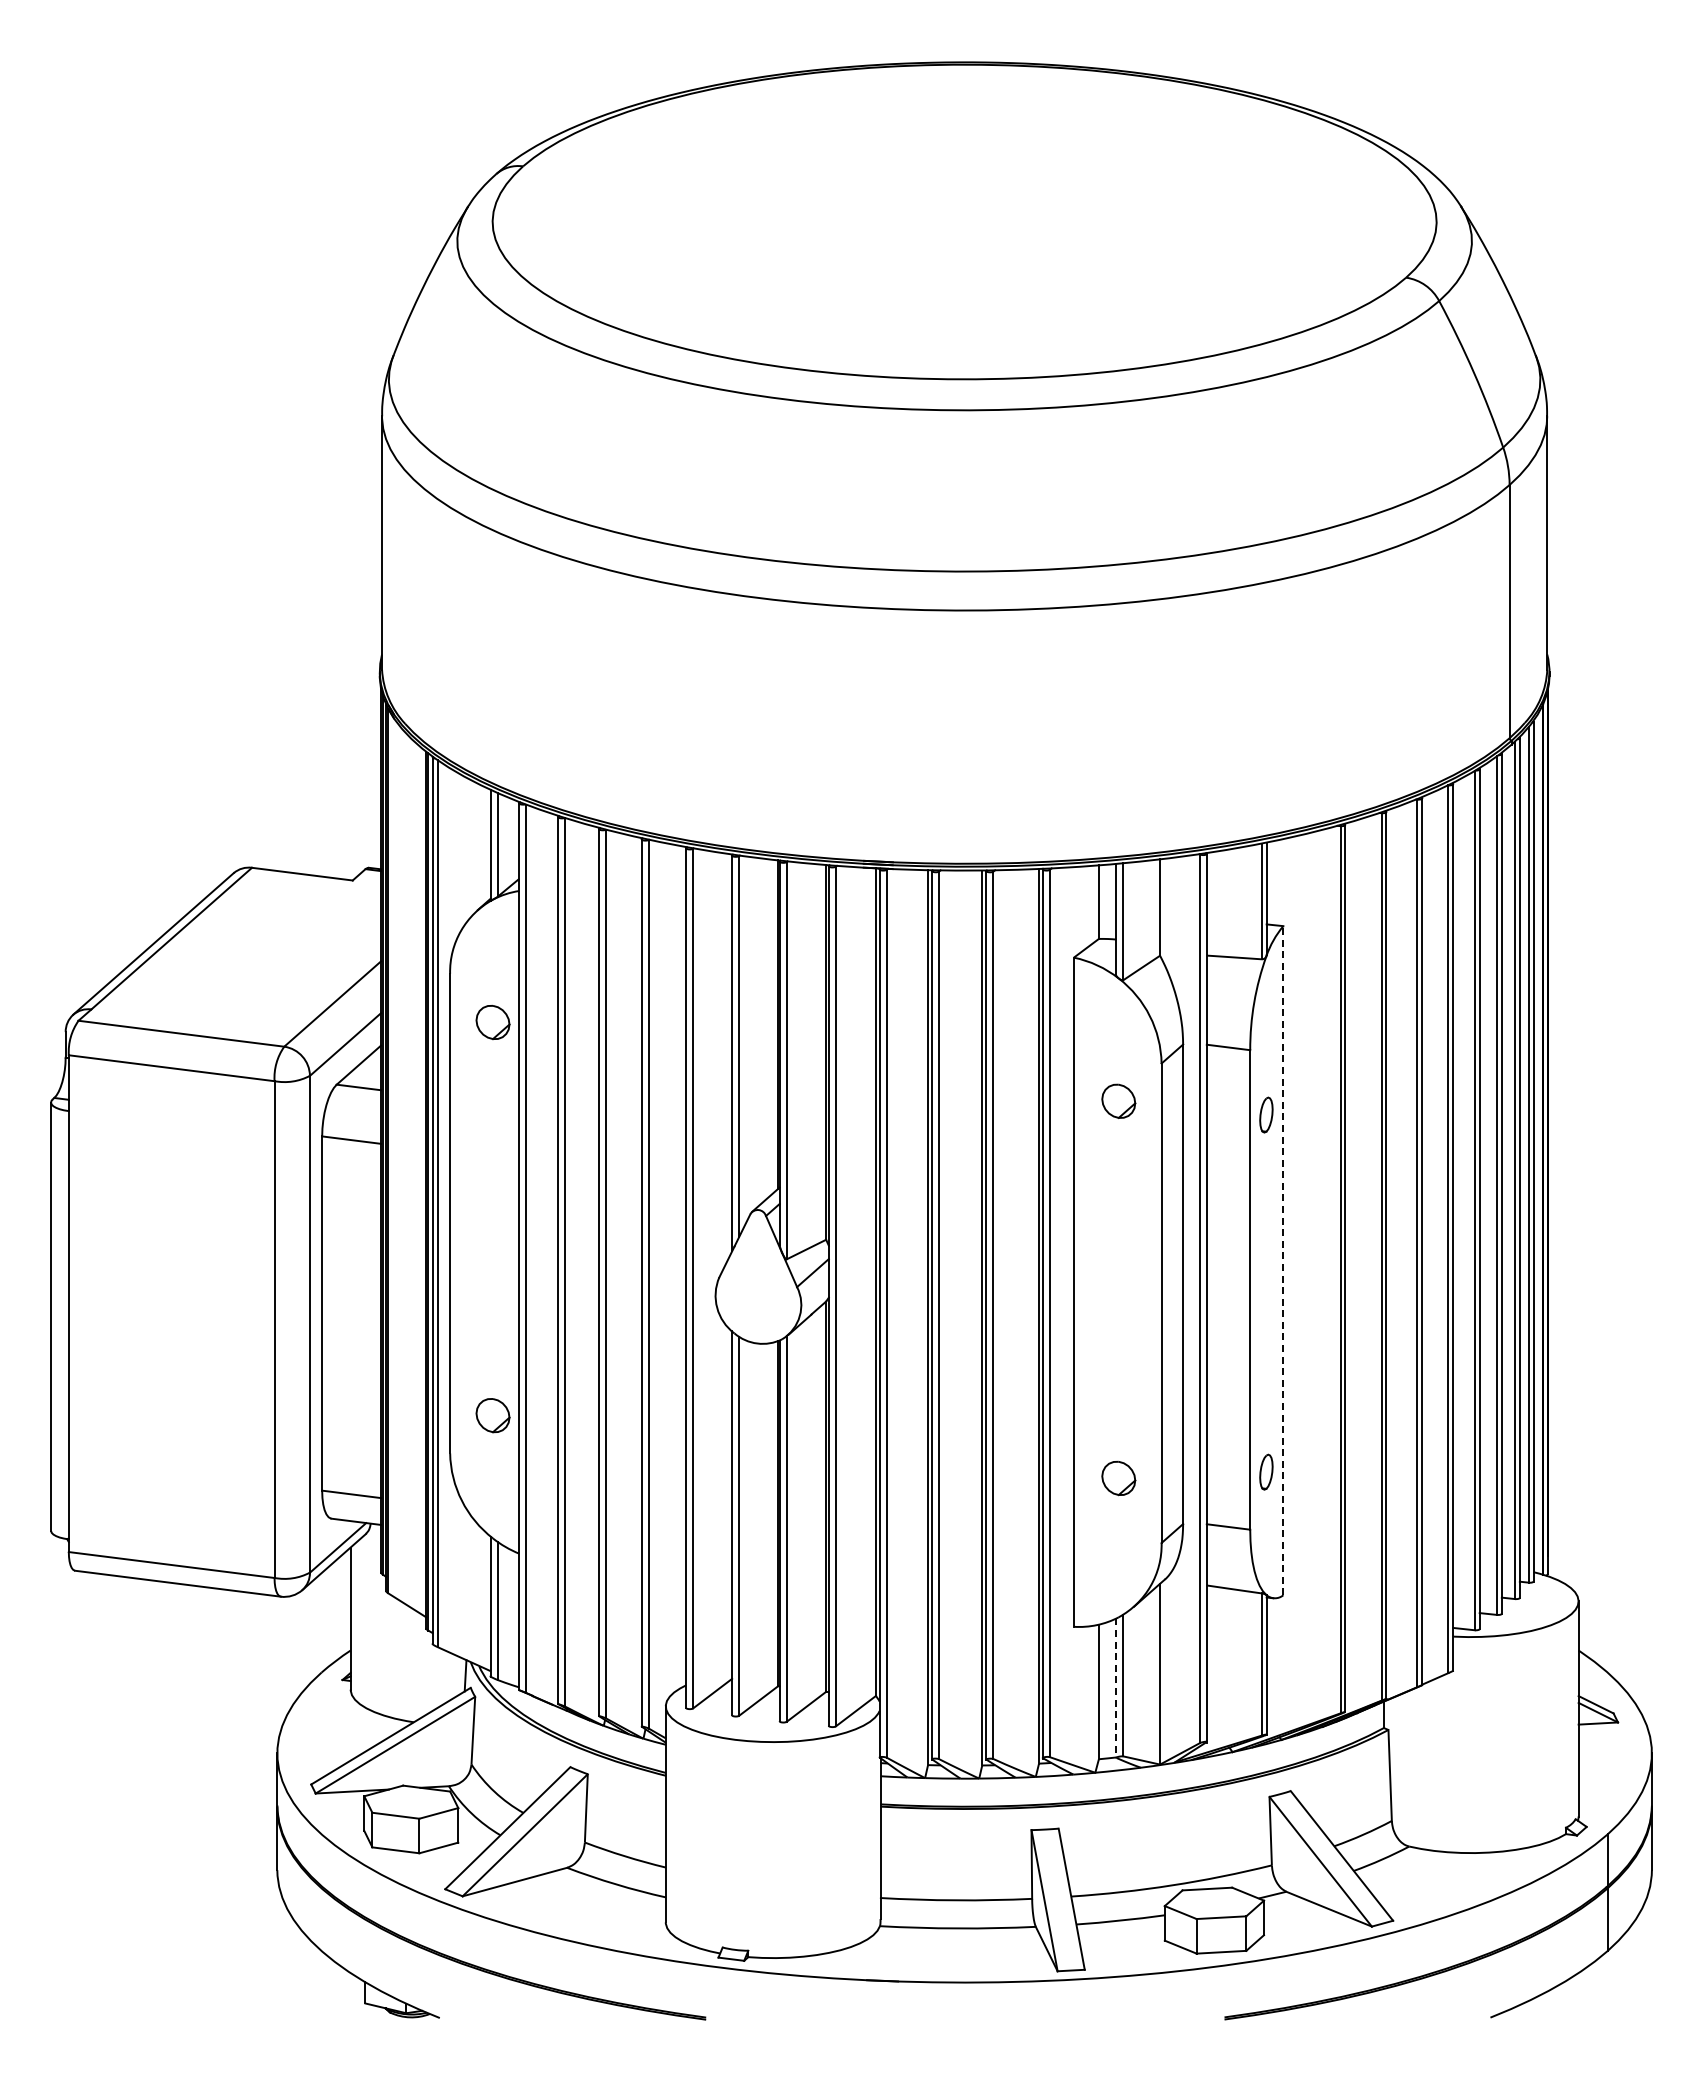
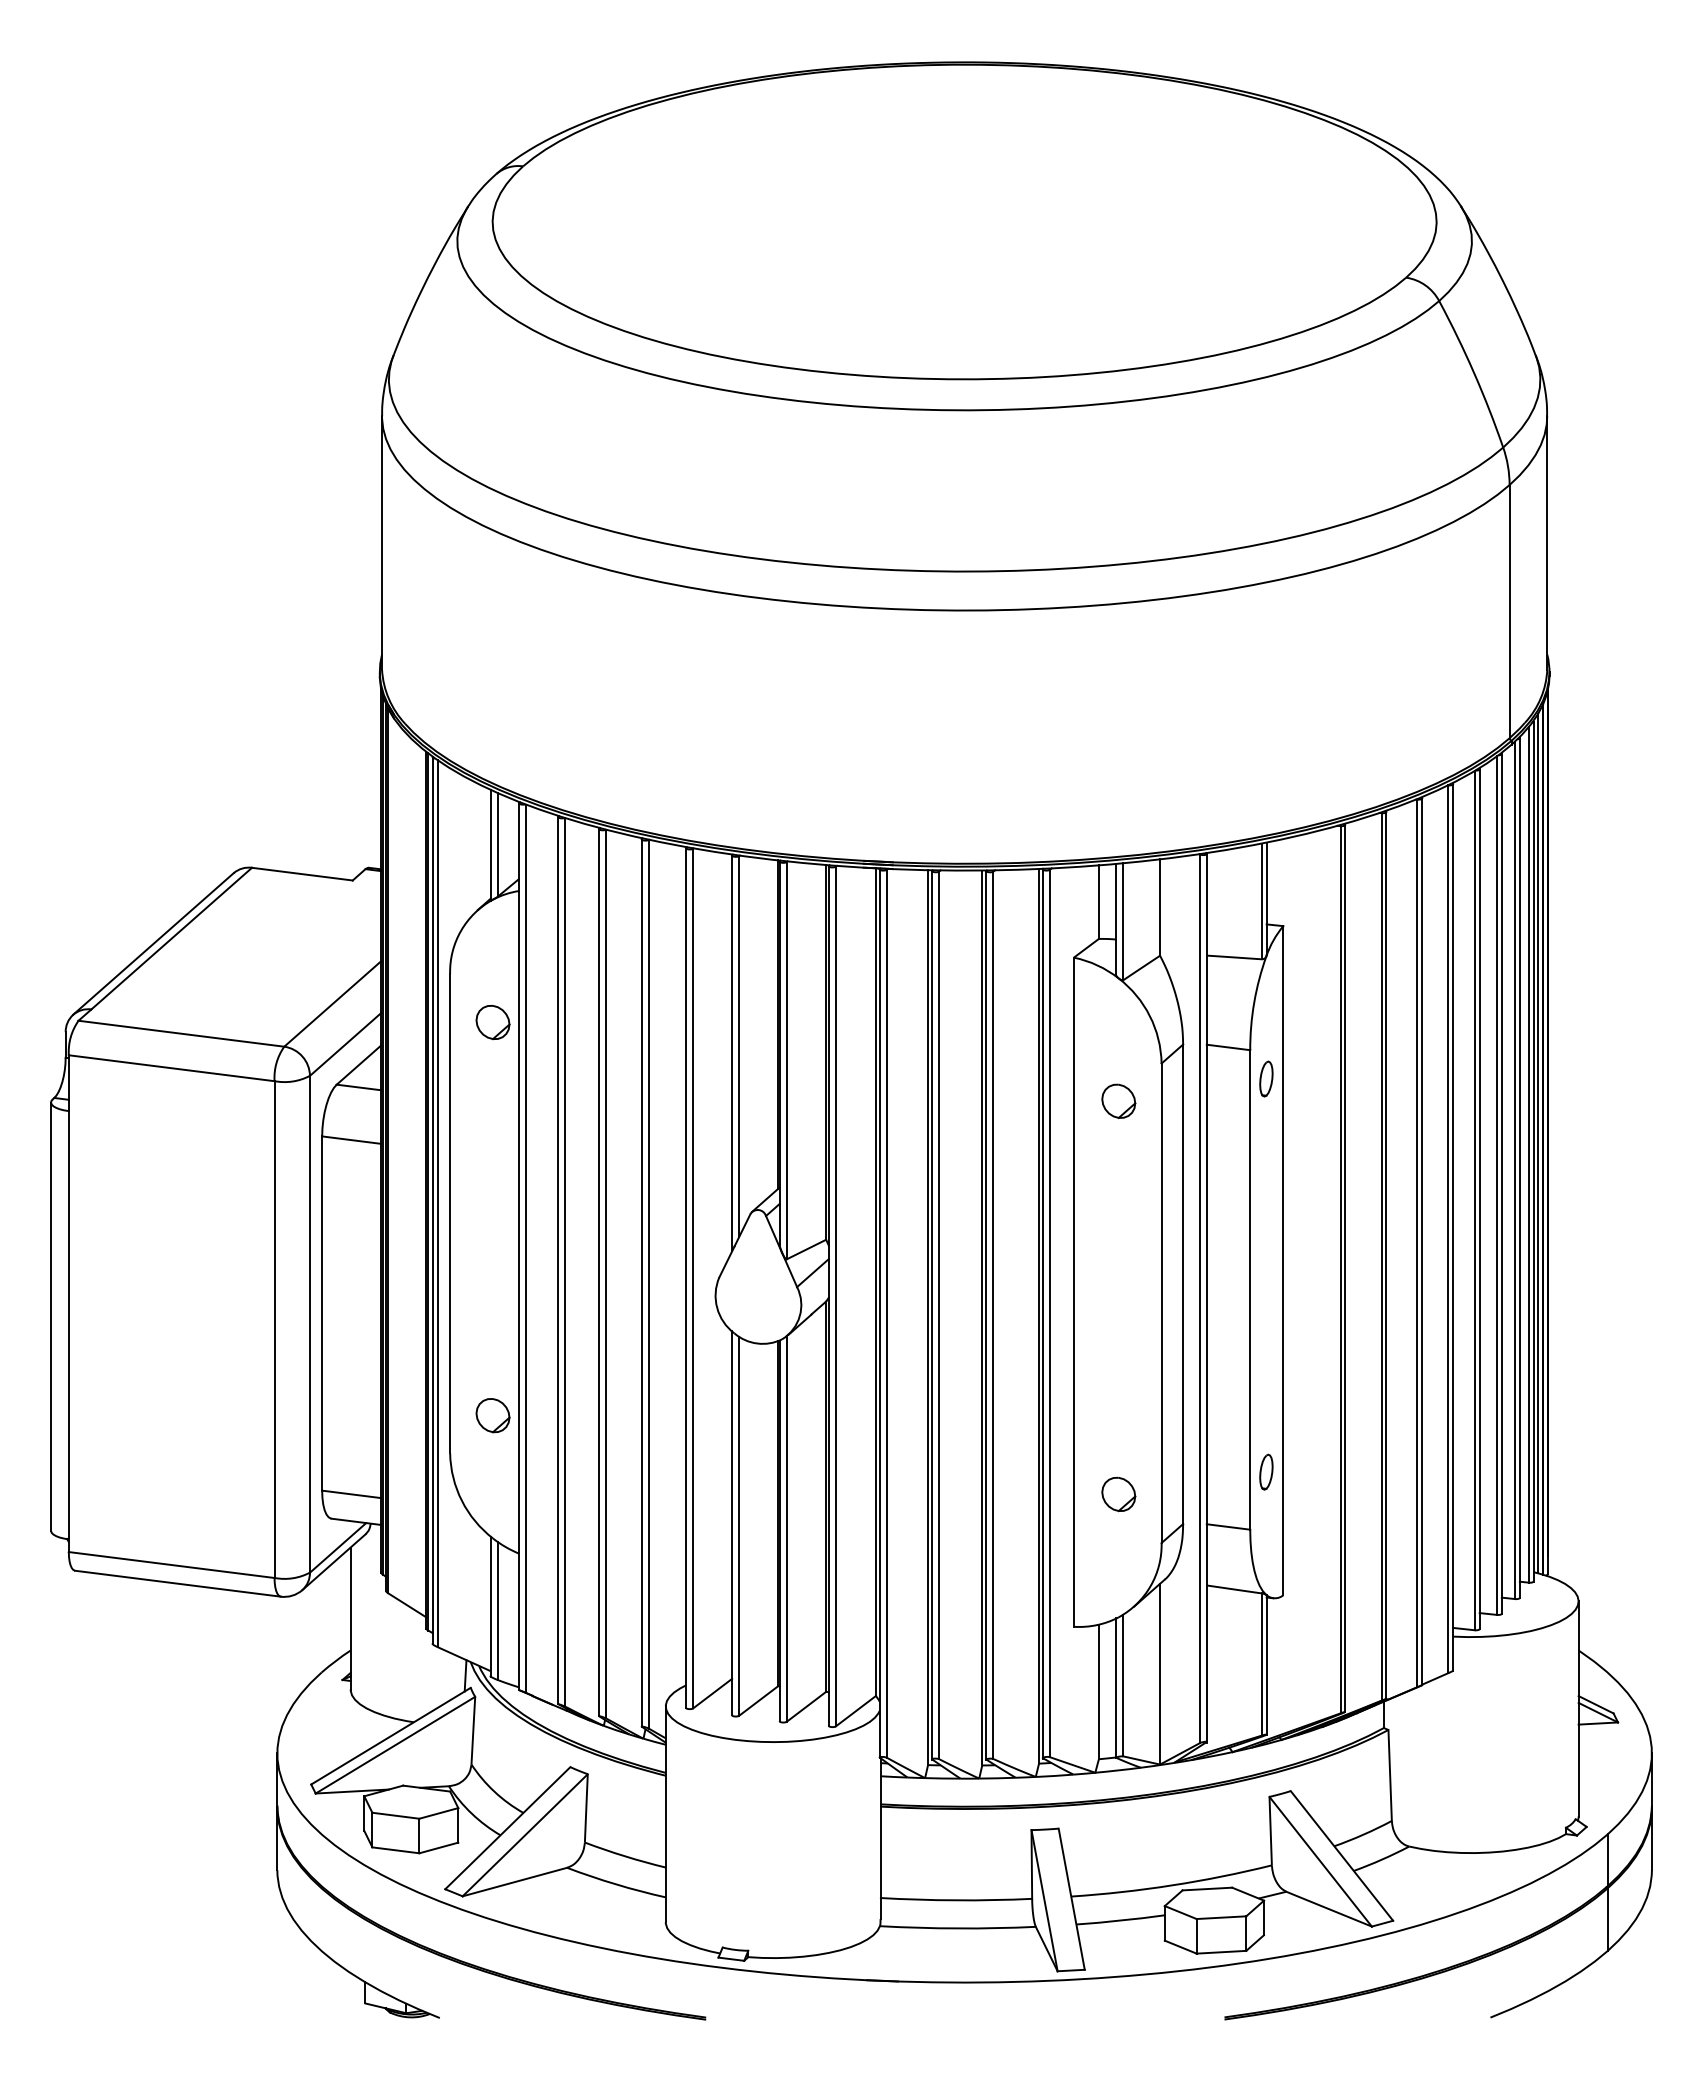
part at (1266, 1114) position: (1266, 1114) -> (1266, 1078)
line at (1538, 1143): none -> present
line at (1283, 1260): dashed -> solid
part at (1118, 1478) position: (1118, 1478) -> (1118, 1494)
line at (1116, 1688): dashed -> solid
